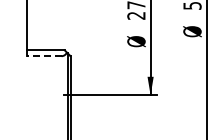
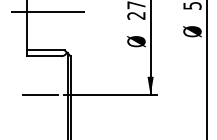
line at (43, 12): none -> present
line at (43, 56): dashed -> solid
line at (40, 95): none -> present
